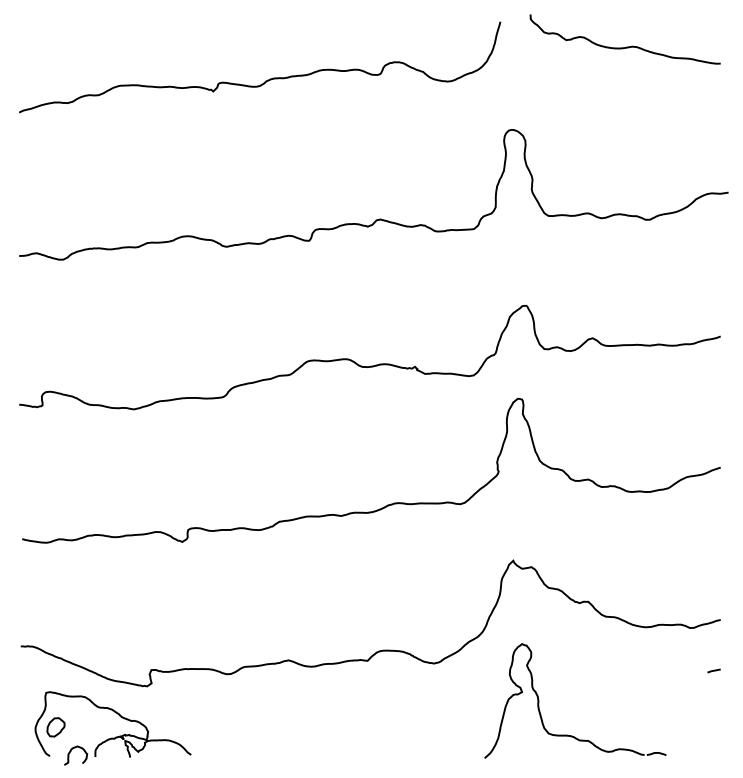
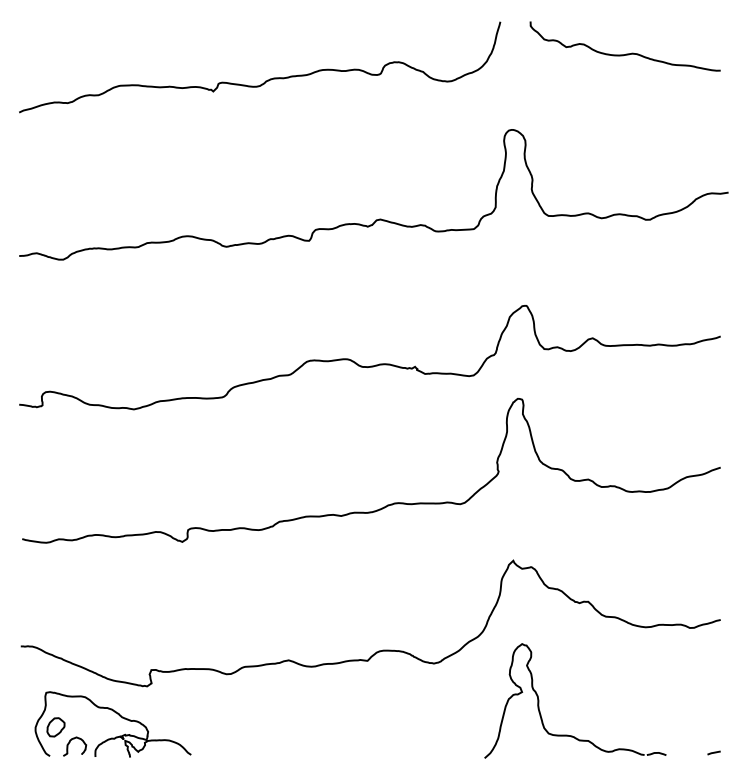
curve at (626, 46) position: (626, 46) -> (626, 53)
line at (713, 670) position: (713, 670) -> (713, 752)
curve at (70, 753) position: (70, 753) -> (69, 744)
